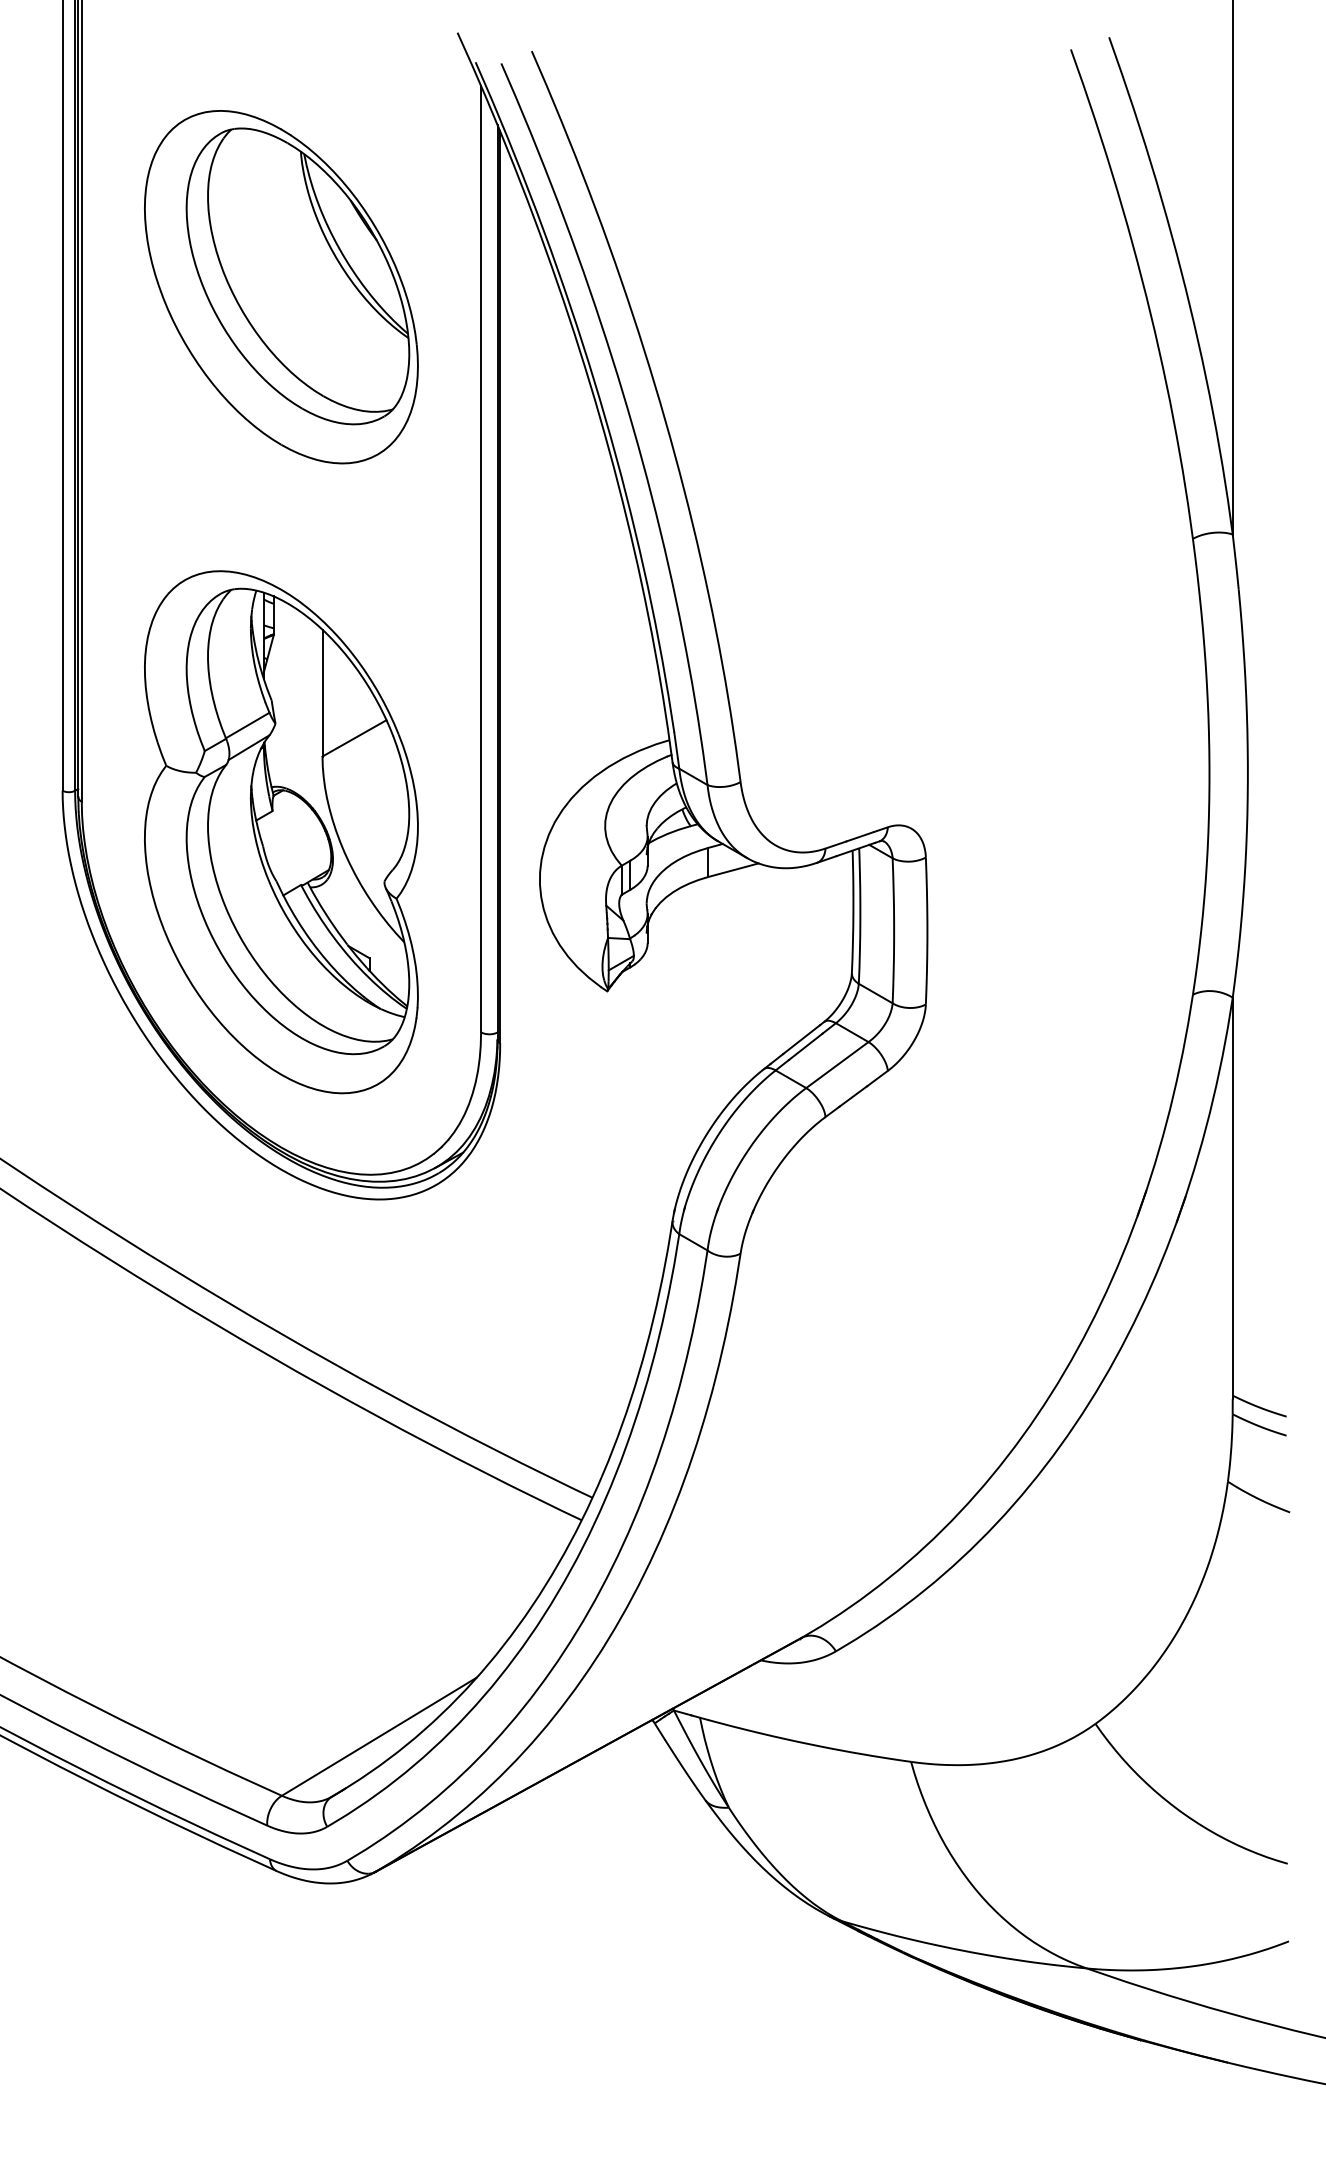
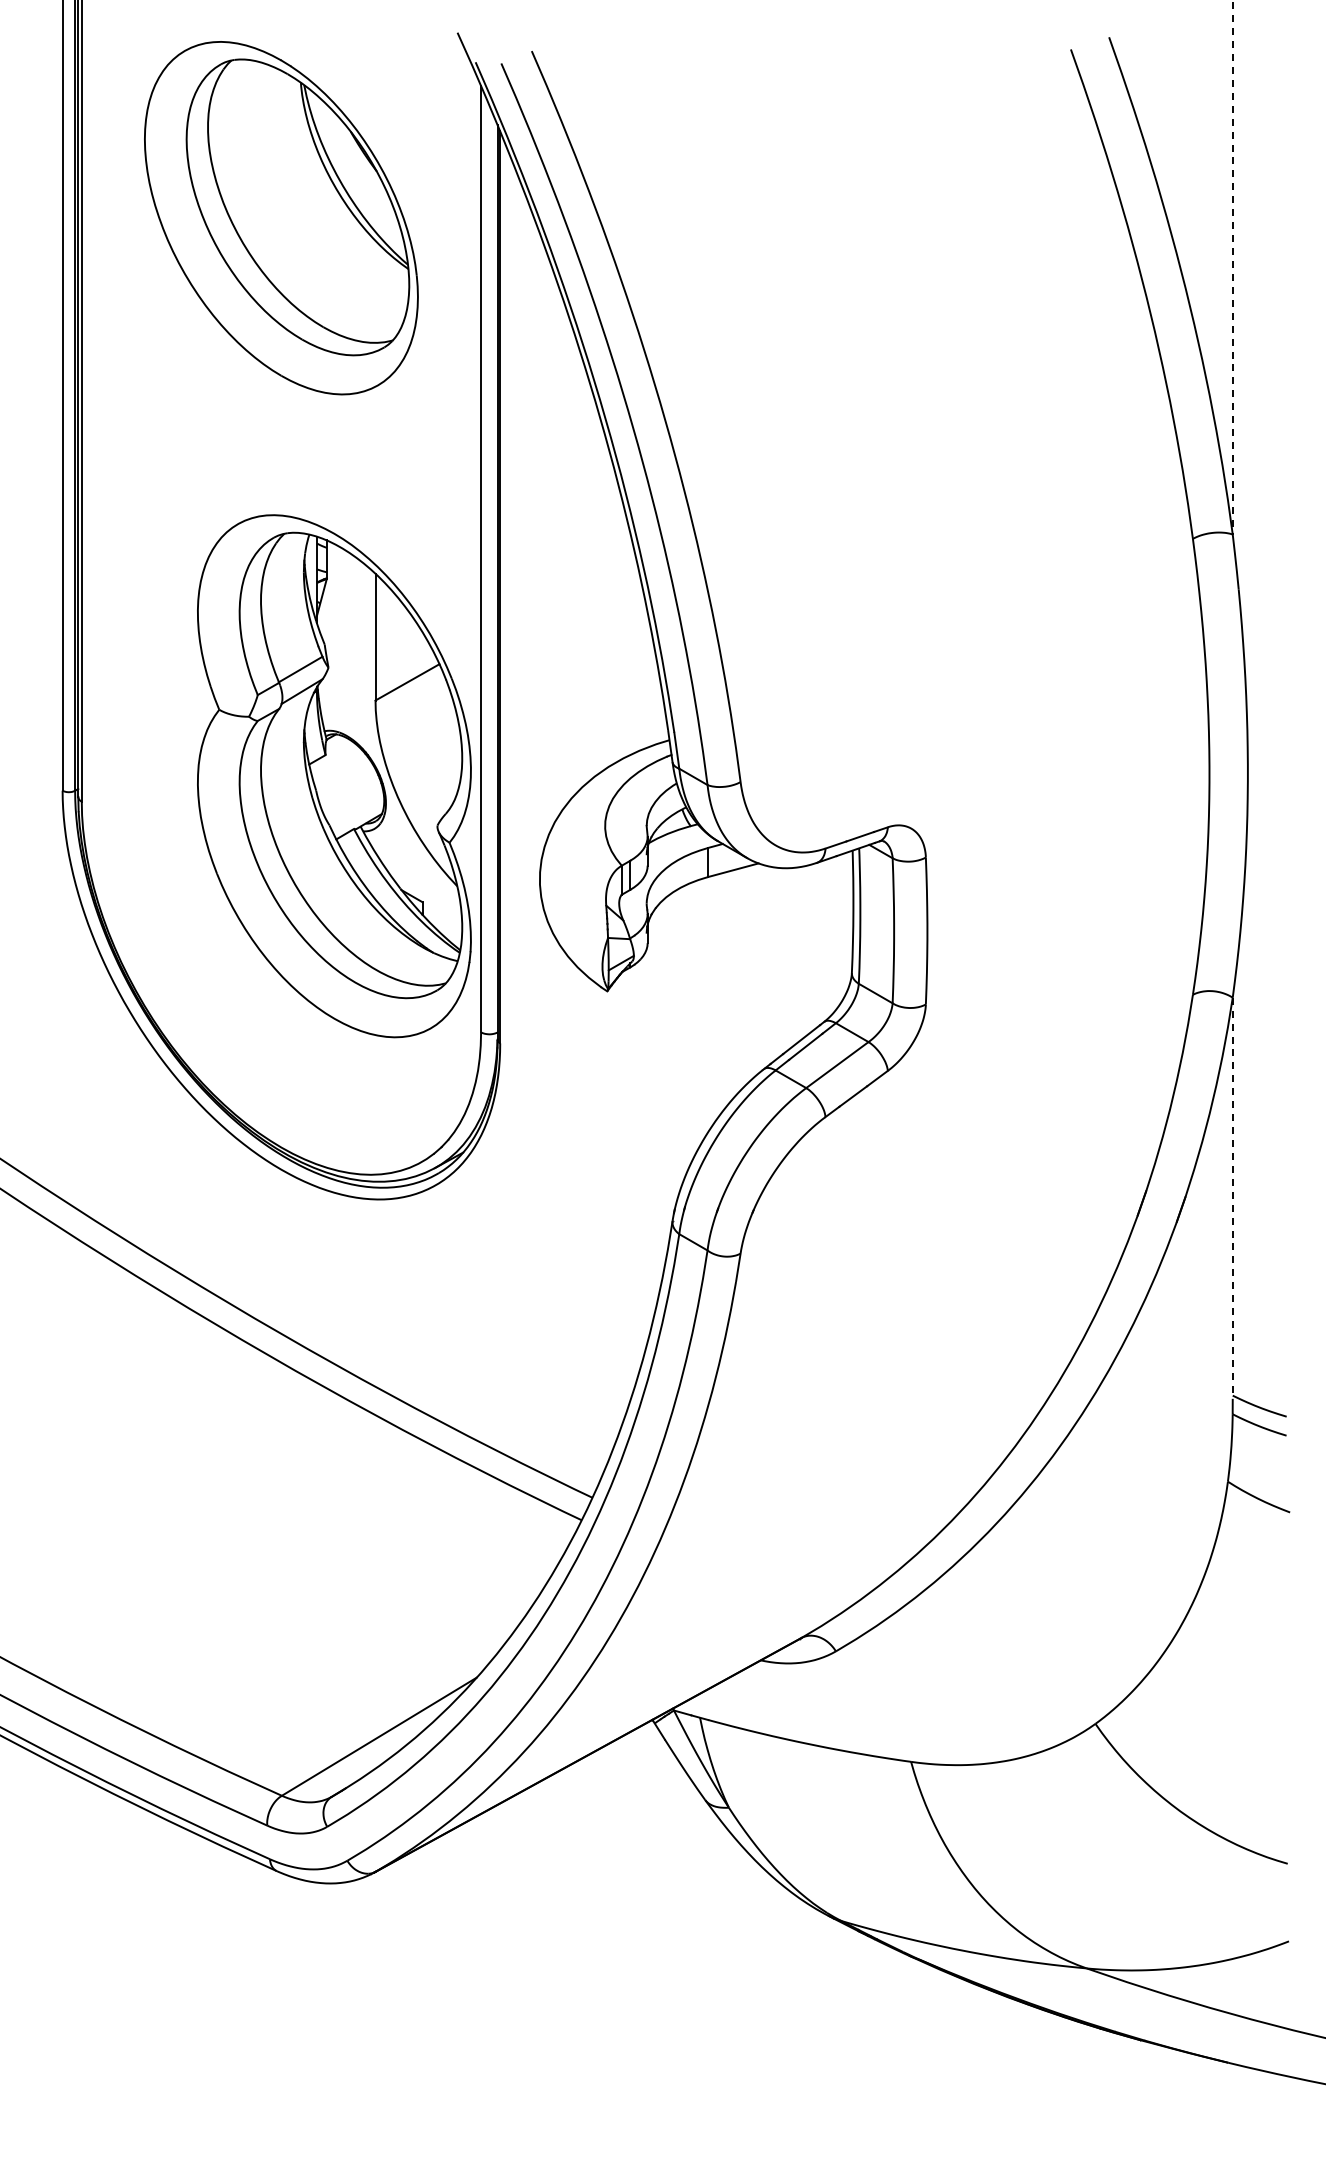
line at (1232, 267): solid -> dashed
part at (281, 287) position: (281, 287) -> (281, 218)
part at (281, 832) position: (281, 832) -> (334, 776)
line at (1232, 1198): solid -> dashed
